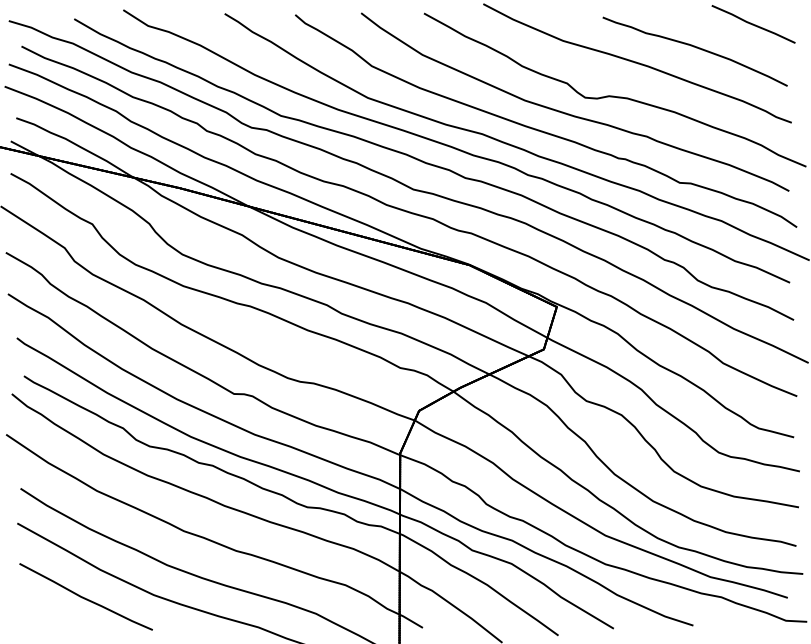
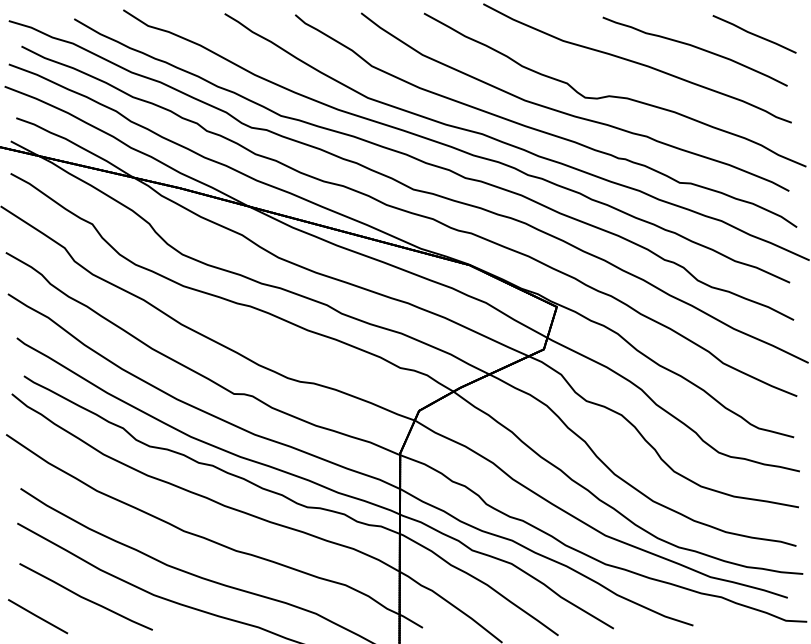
line at (753, 24) position: (753, 24) -> (754, 34)
line at (38, 616): none -> present
